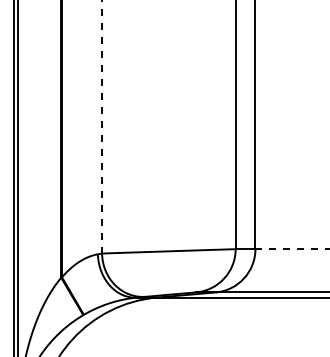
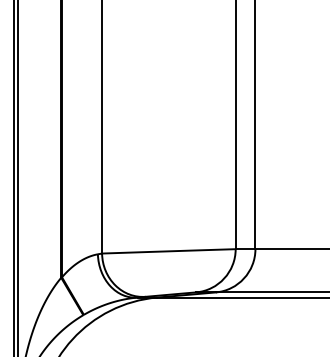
line at (102, 126): dashed -> solid
line at (292, 249): dashed -> solid
